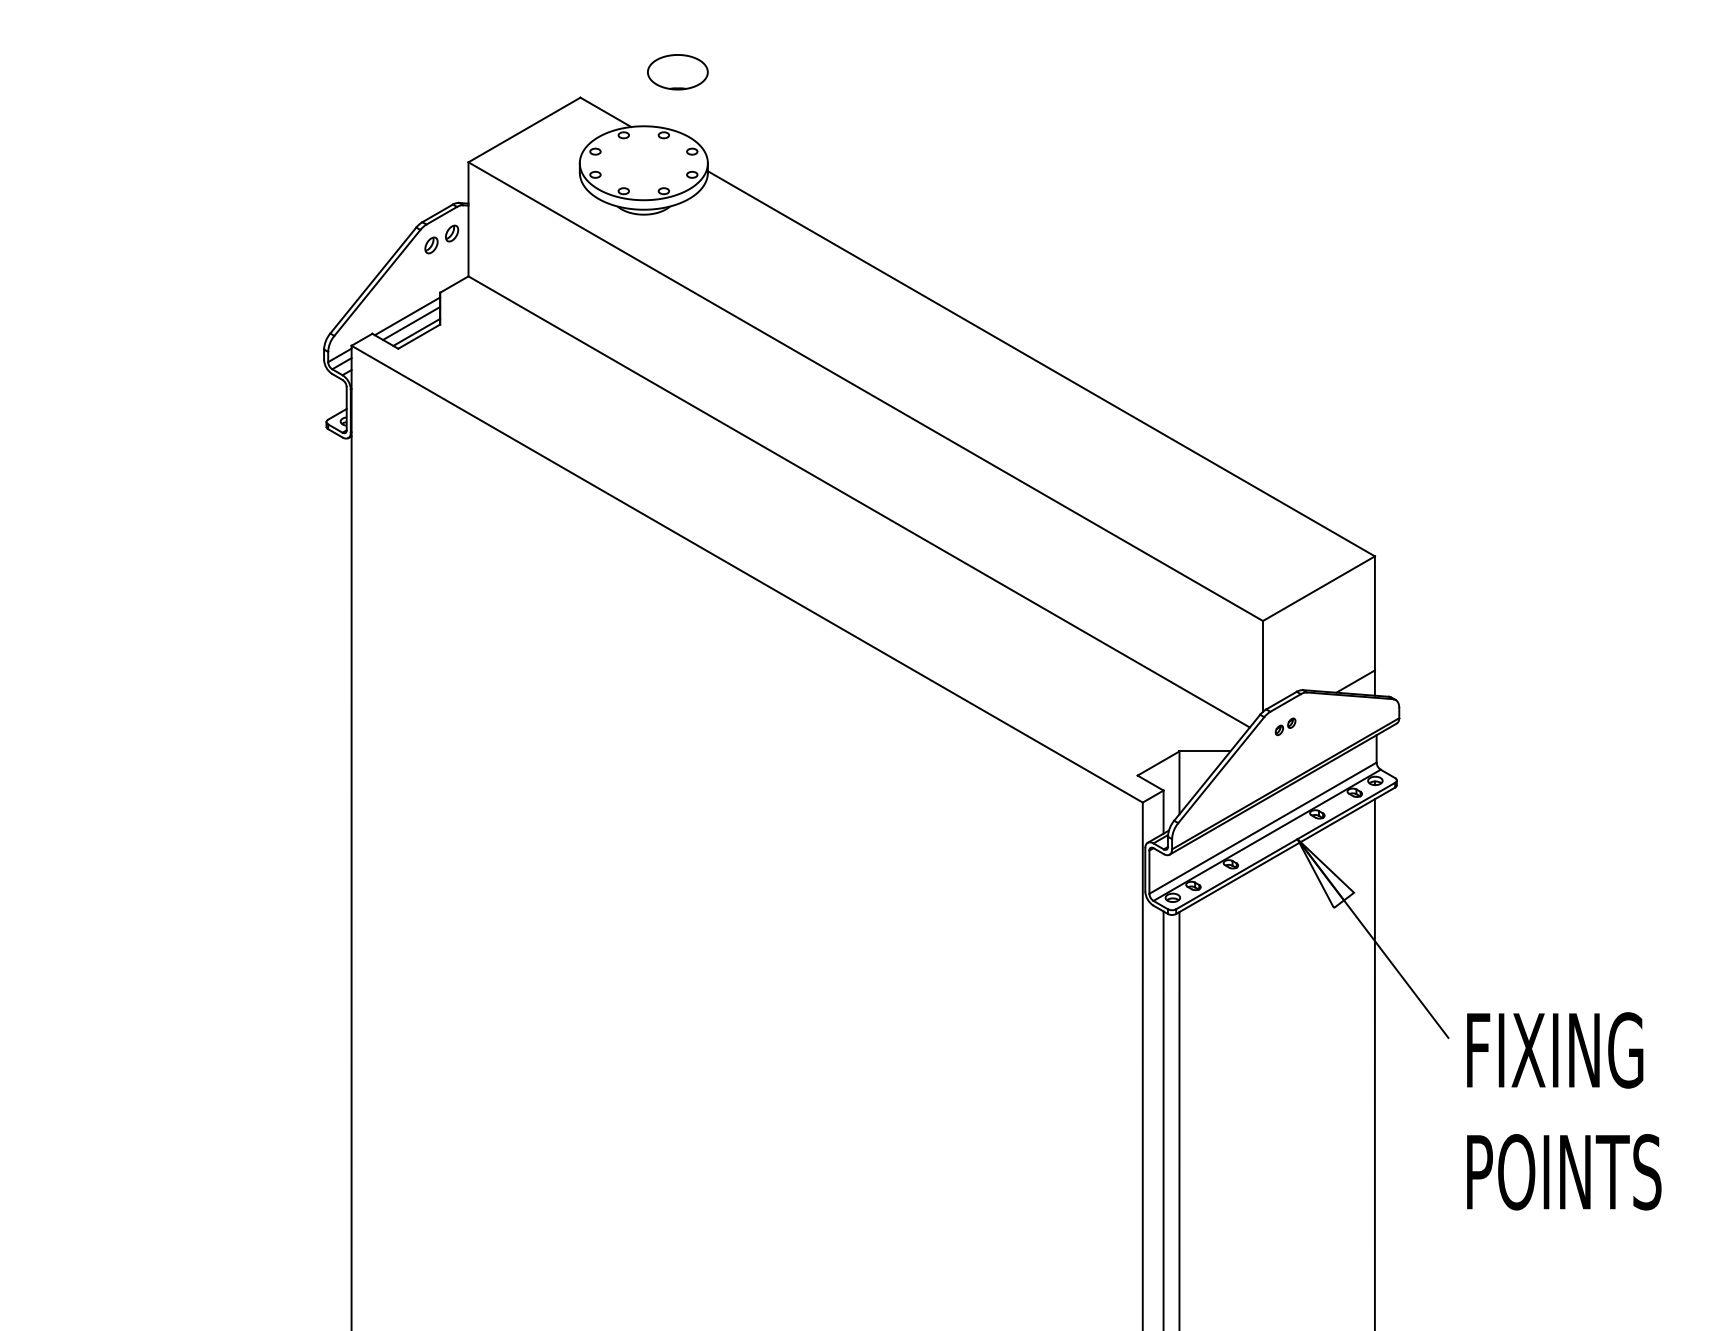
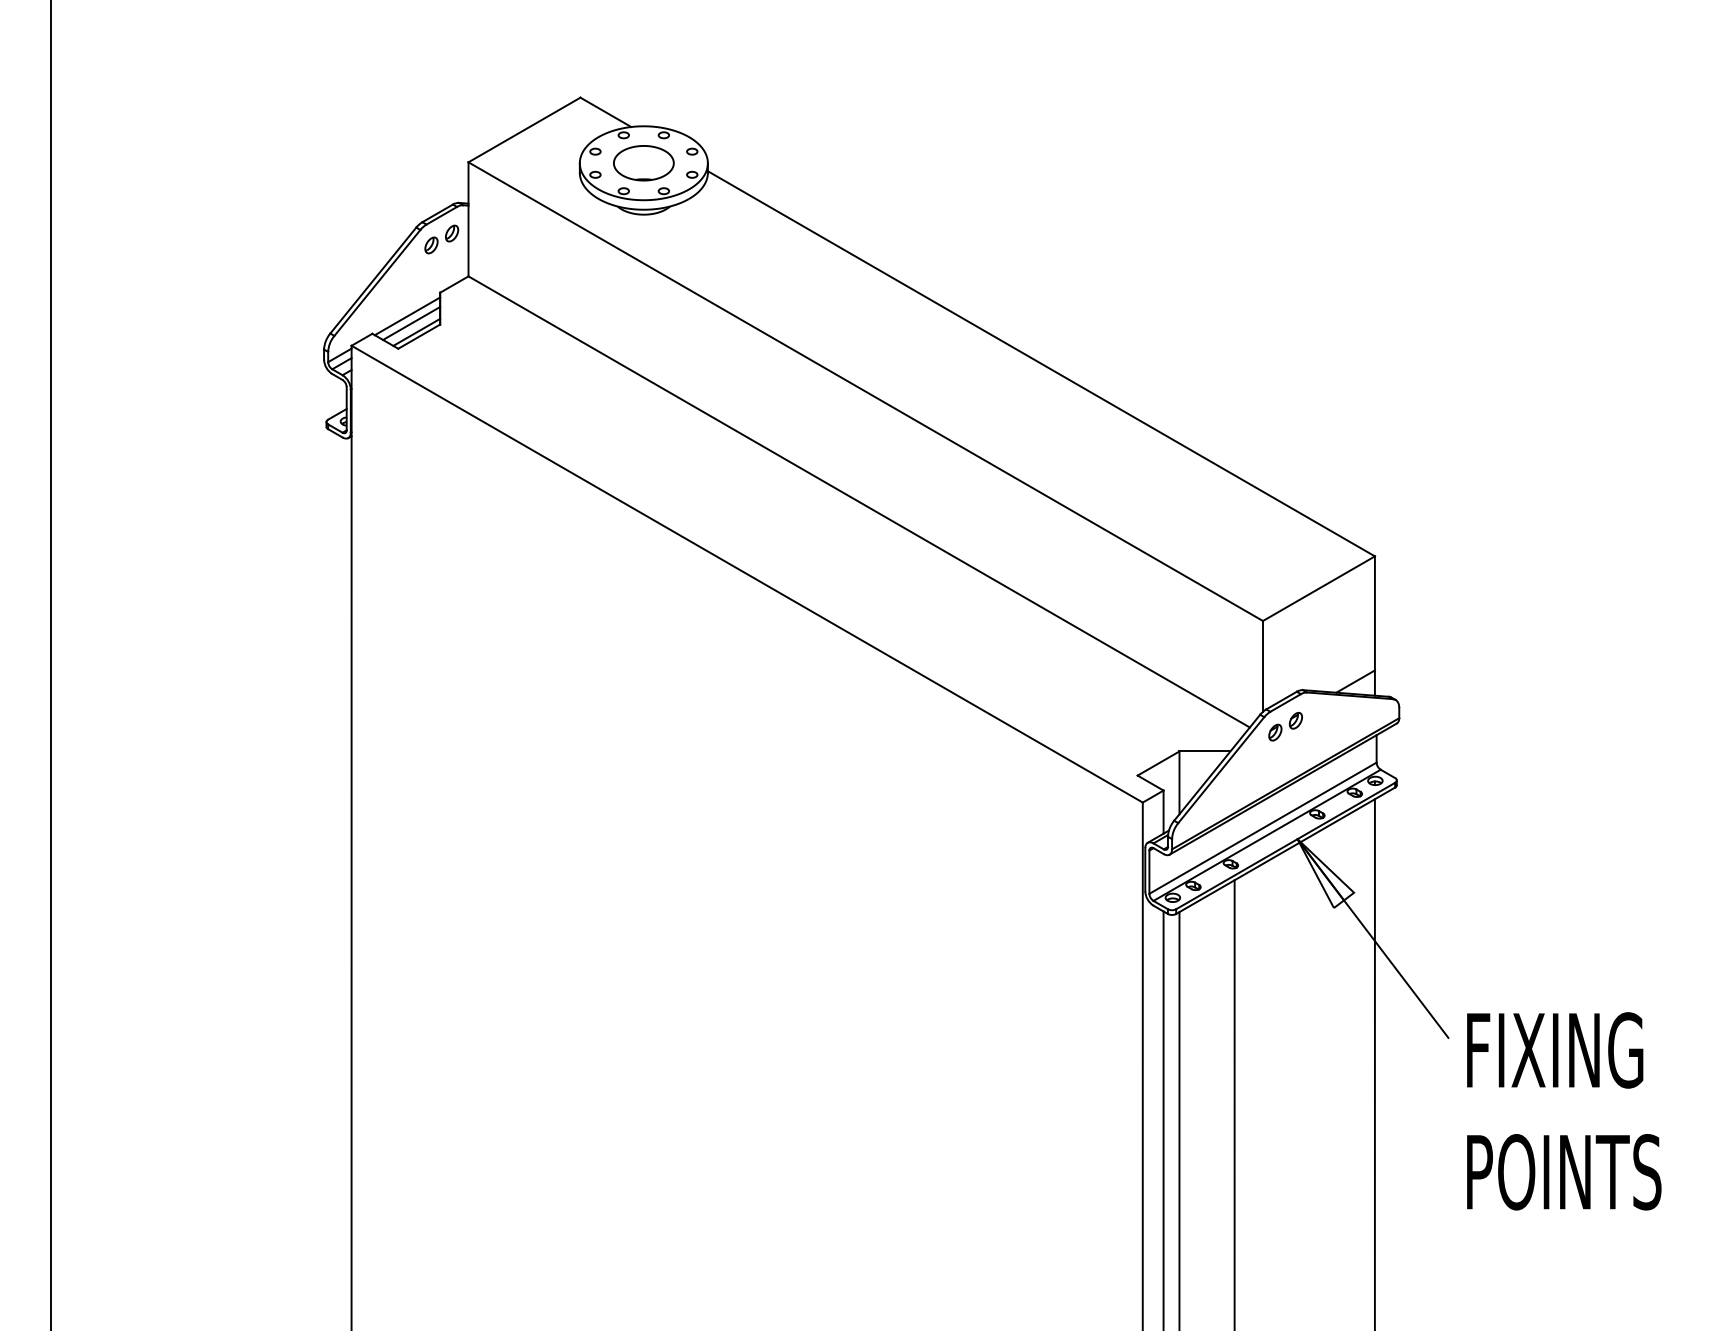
part at (677, 72) position: (677, 72) -> (643, 163)
line at (51, 664): none -> present
part at (1285, 726) size: 23x19 px -> 35x30 px
line at (1234, 1103): none -> present
